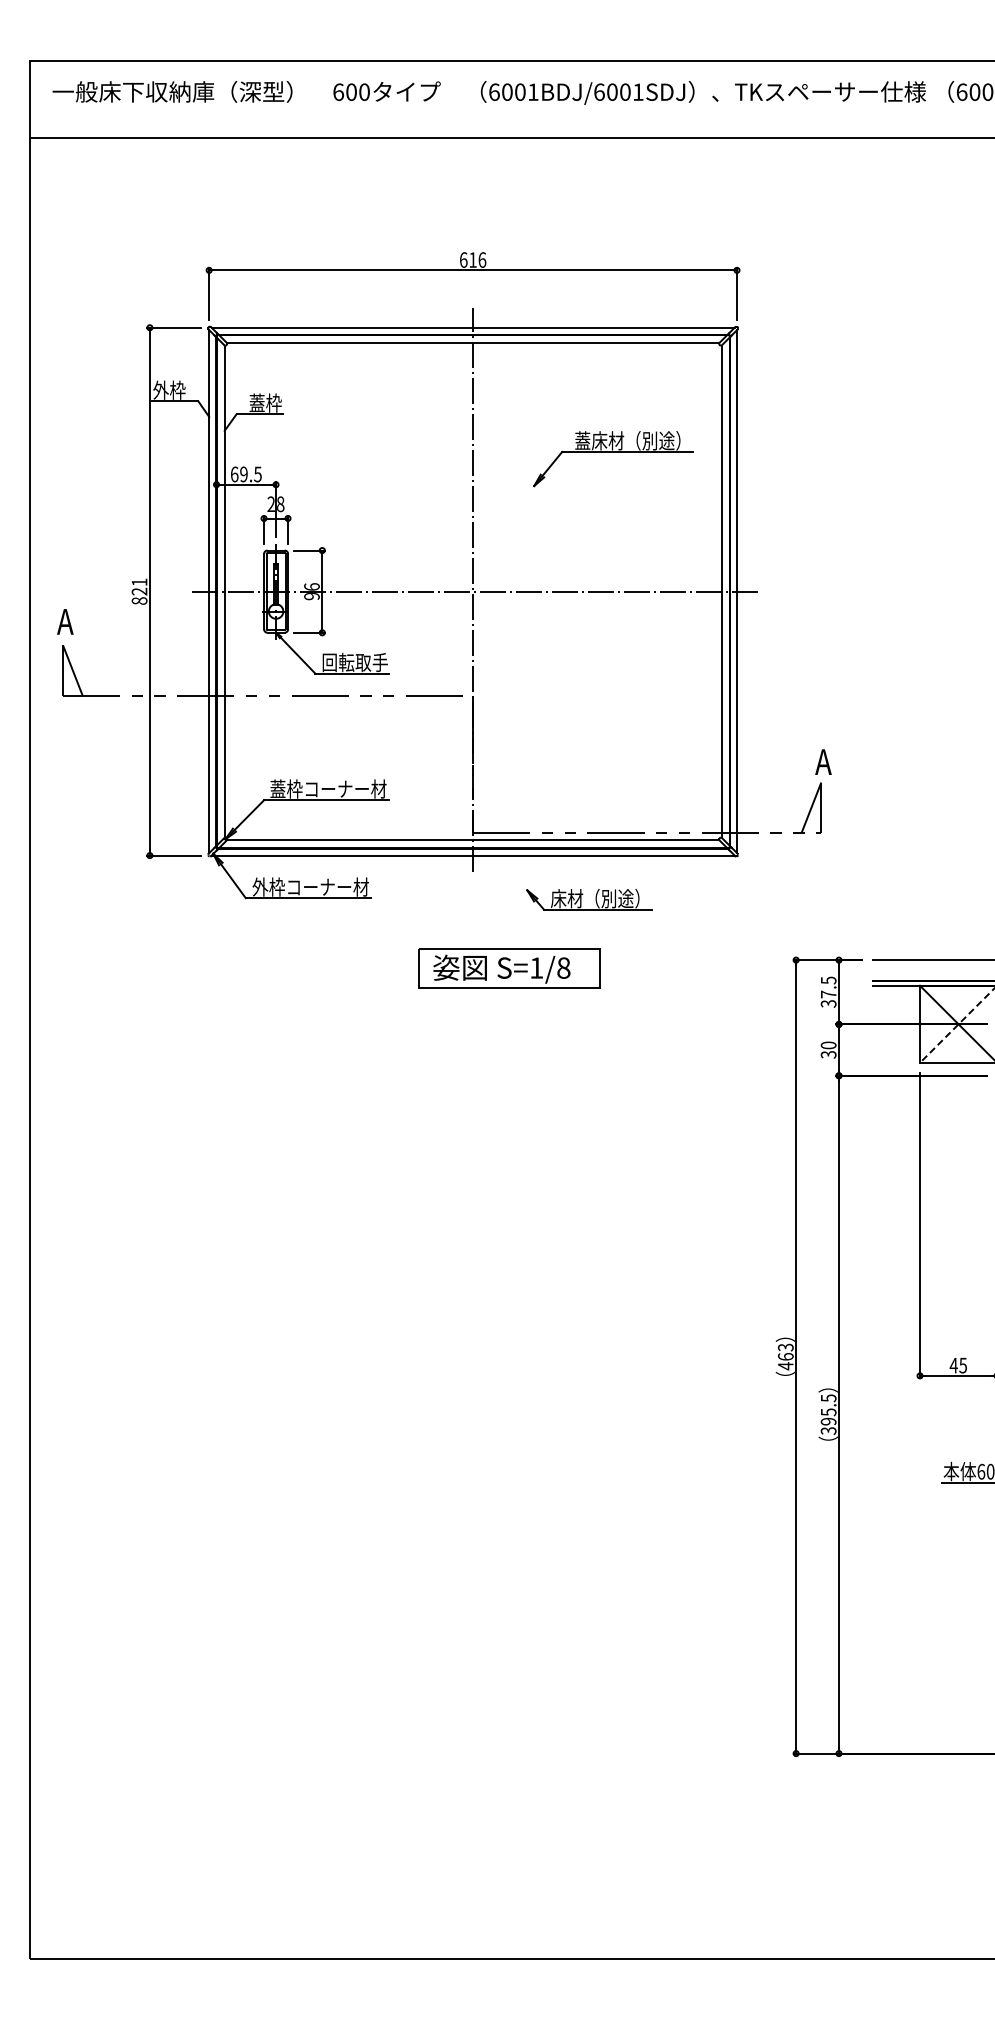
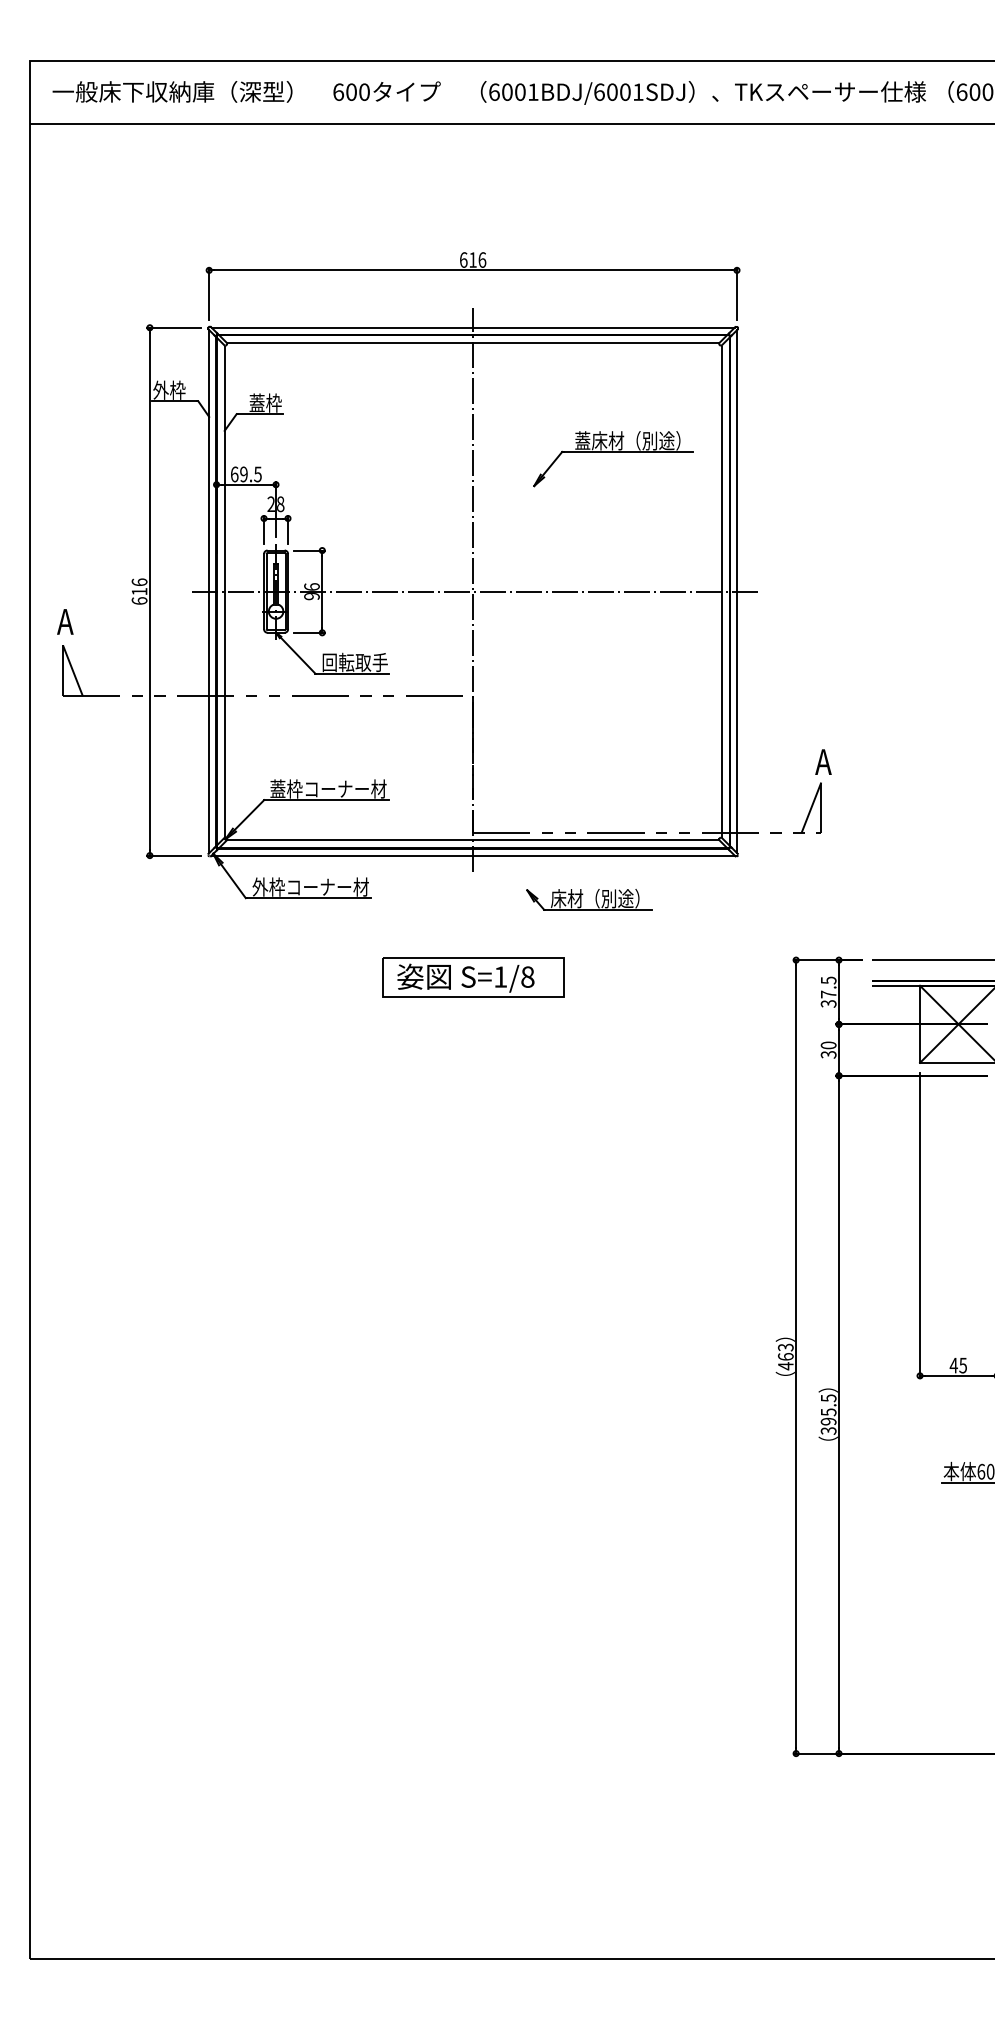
line at (511, 138) position: (511, 138) -> (511, 124)
text at (139, 591): 821 -> 616
part at (509, 968) position: (509, 968) -> (473, 977)
line at (957, 1025): dashed -> solid
